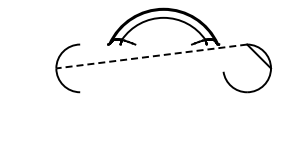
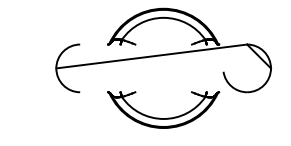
line at (151, 56): dashed -> solid
part at (159, 117): none -> present
